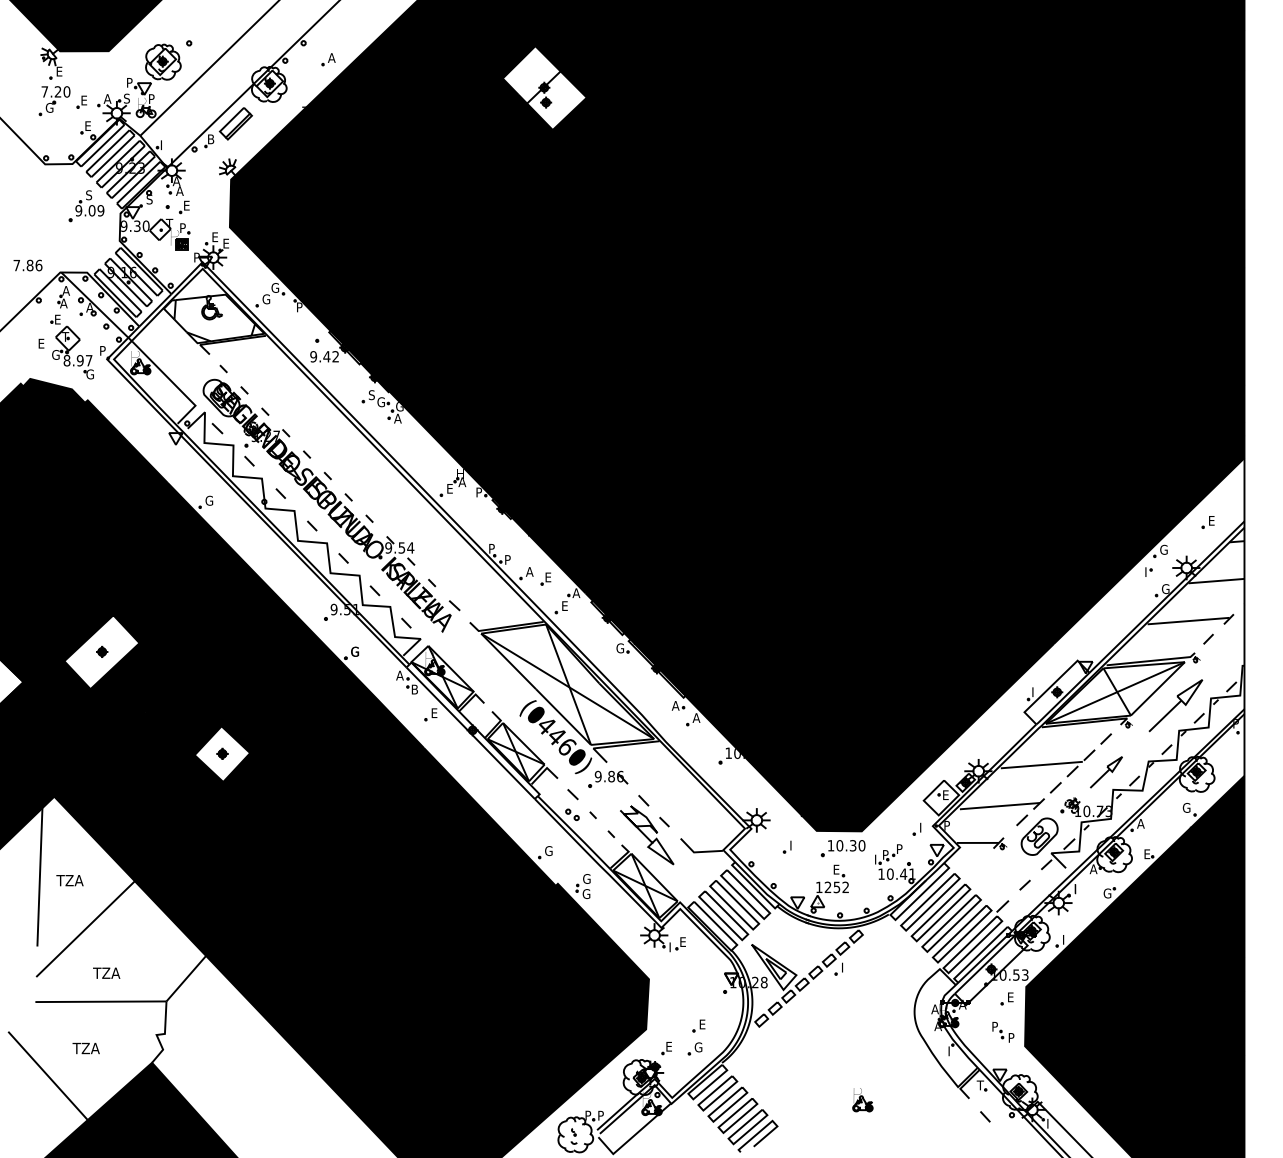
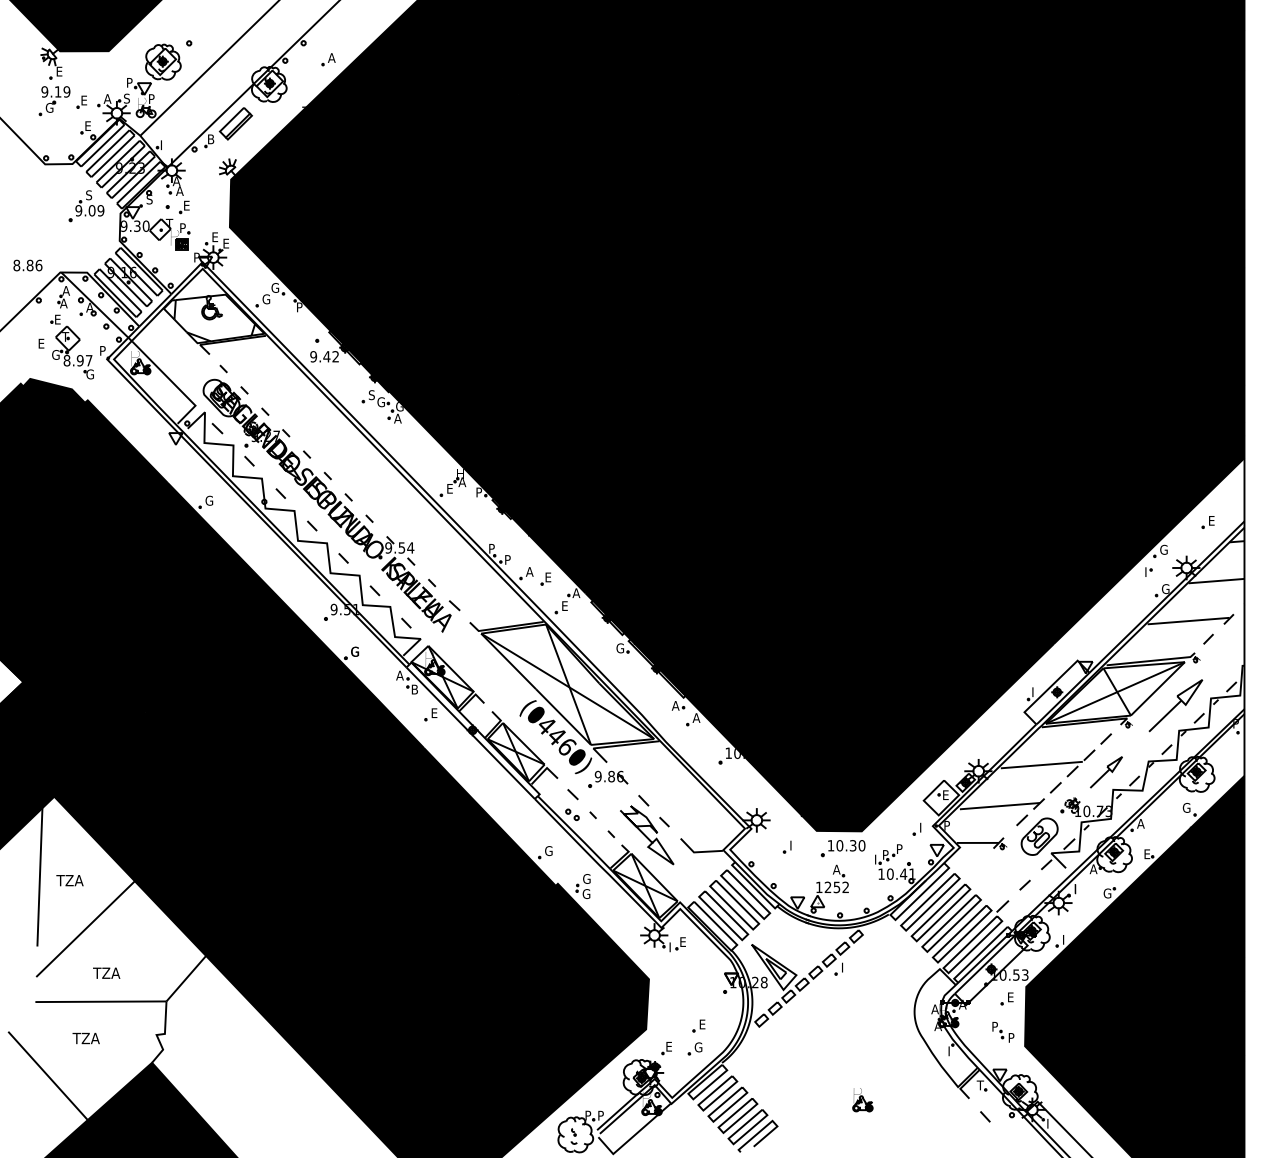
fill at (544, 88): none -> present
text at (55, 91): 7.20 -> 9.19
text at (16, 265): 7.86 -> 8.86
fill at (101, 652): none -> present
fill at (222, 754): none -> present
text at (836, 869): E -> A
text at (85, 1048) position: (85, 1048) -> (85, 1038)
